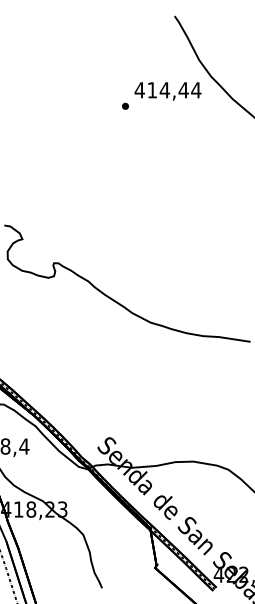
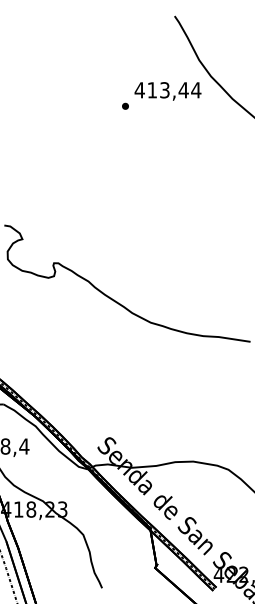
text at (164, 90): 414,44 -> 413,44
